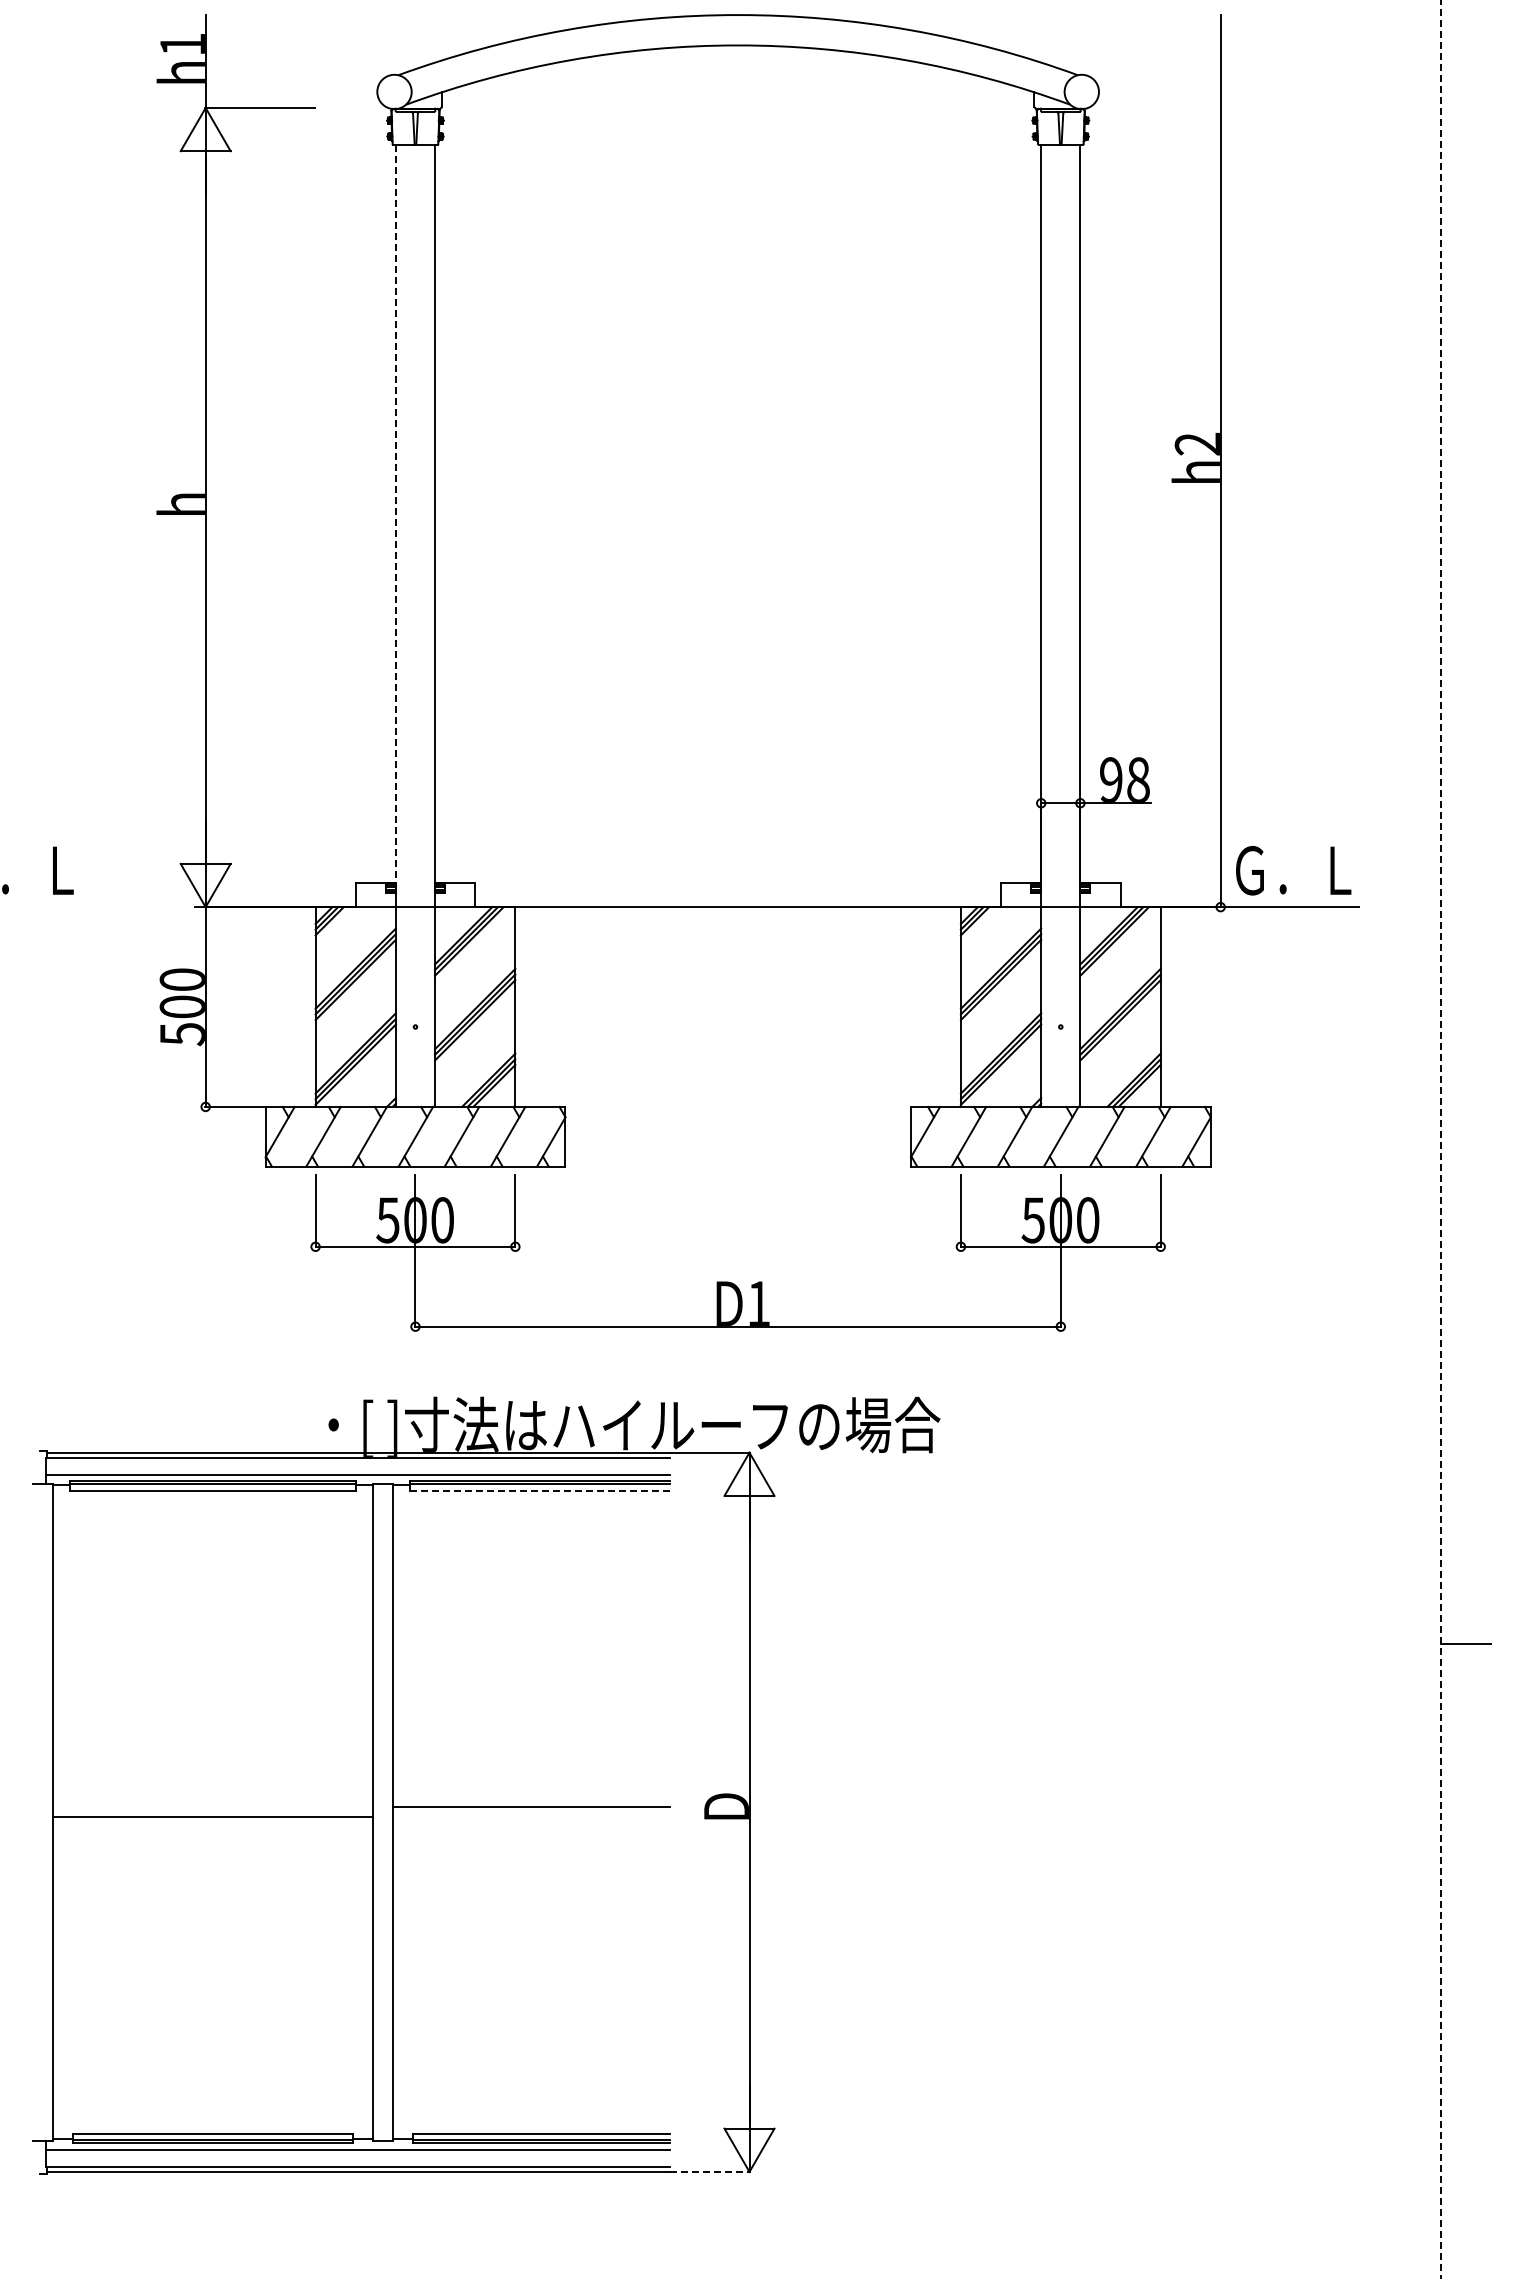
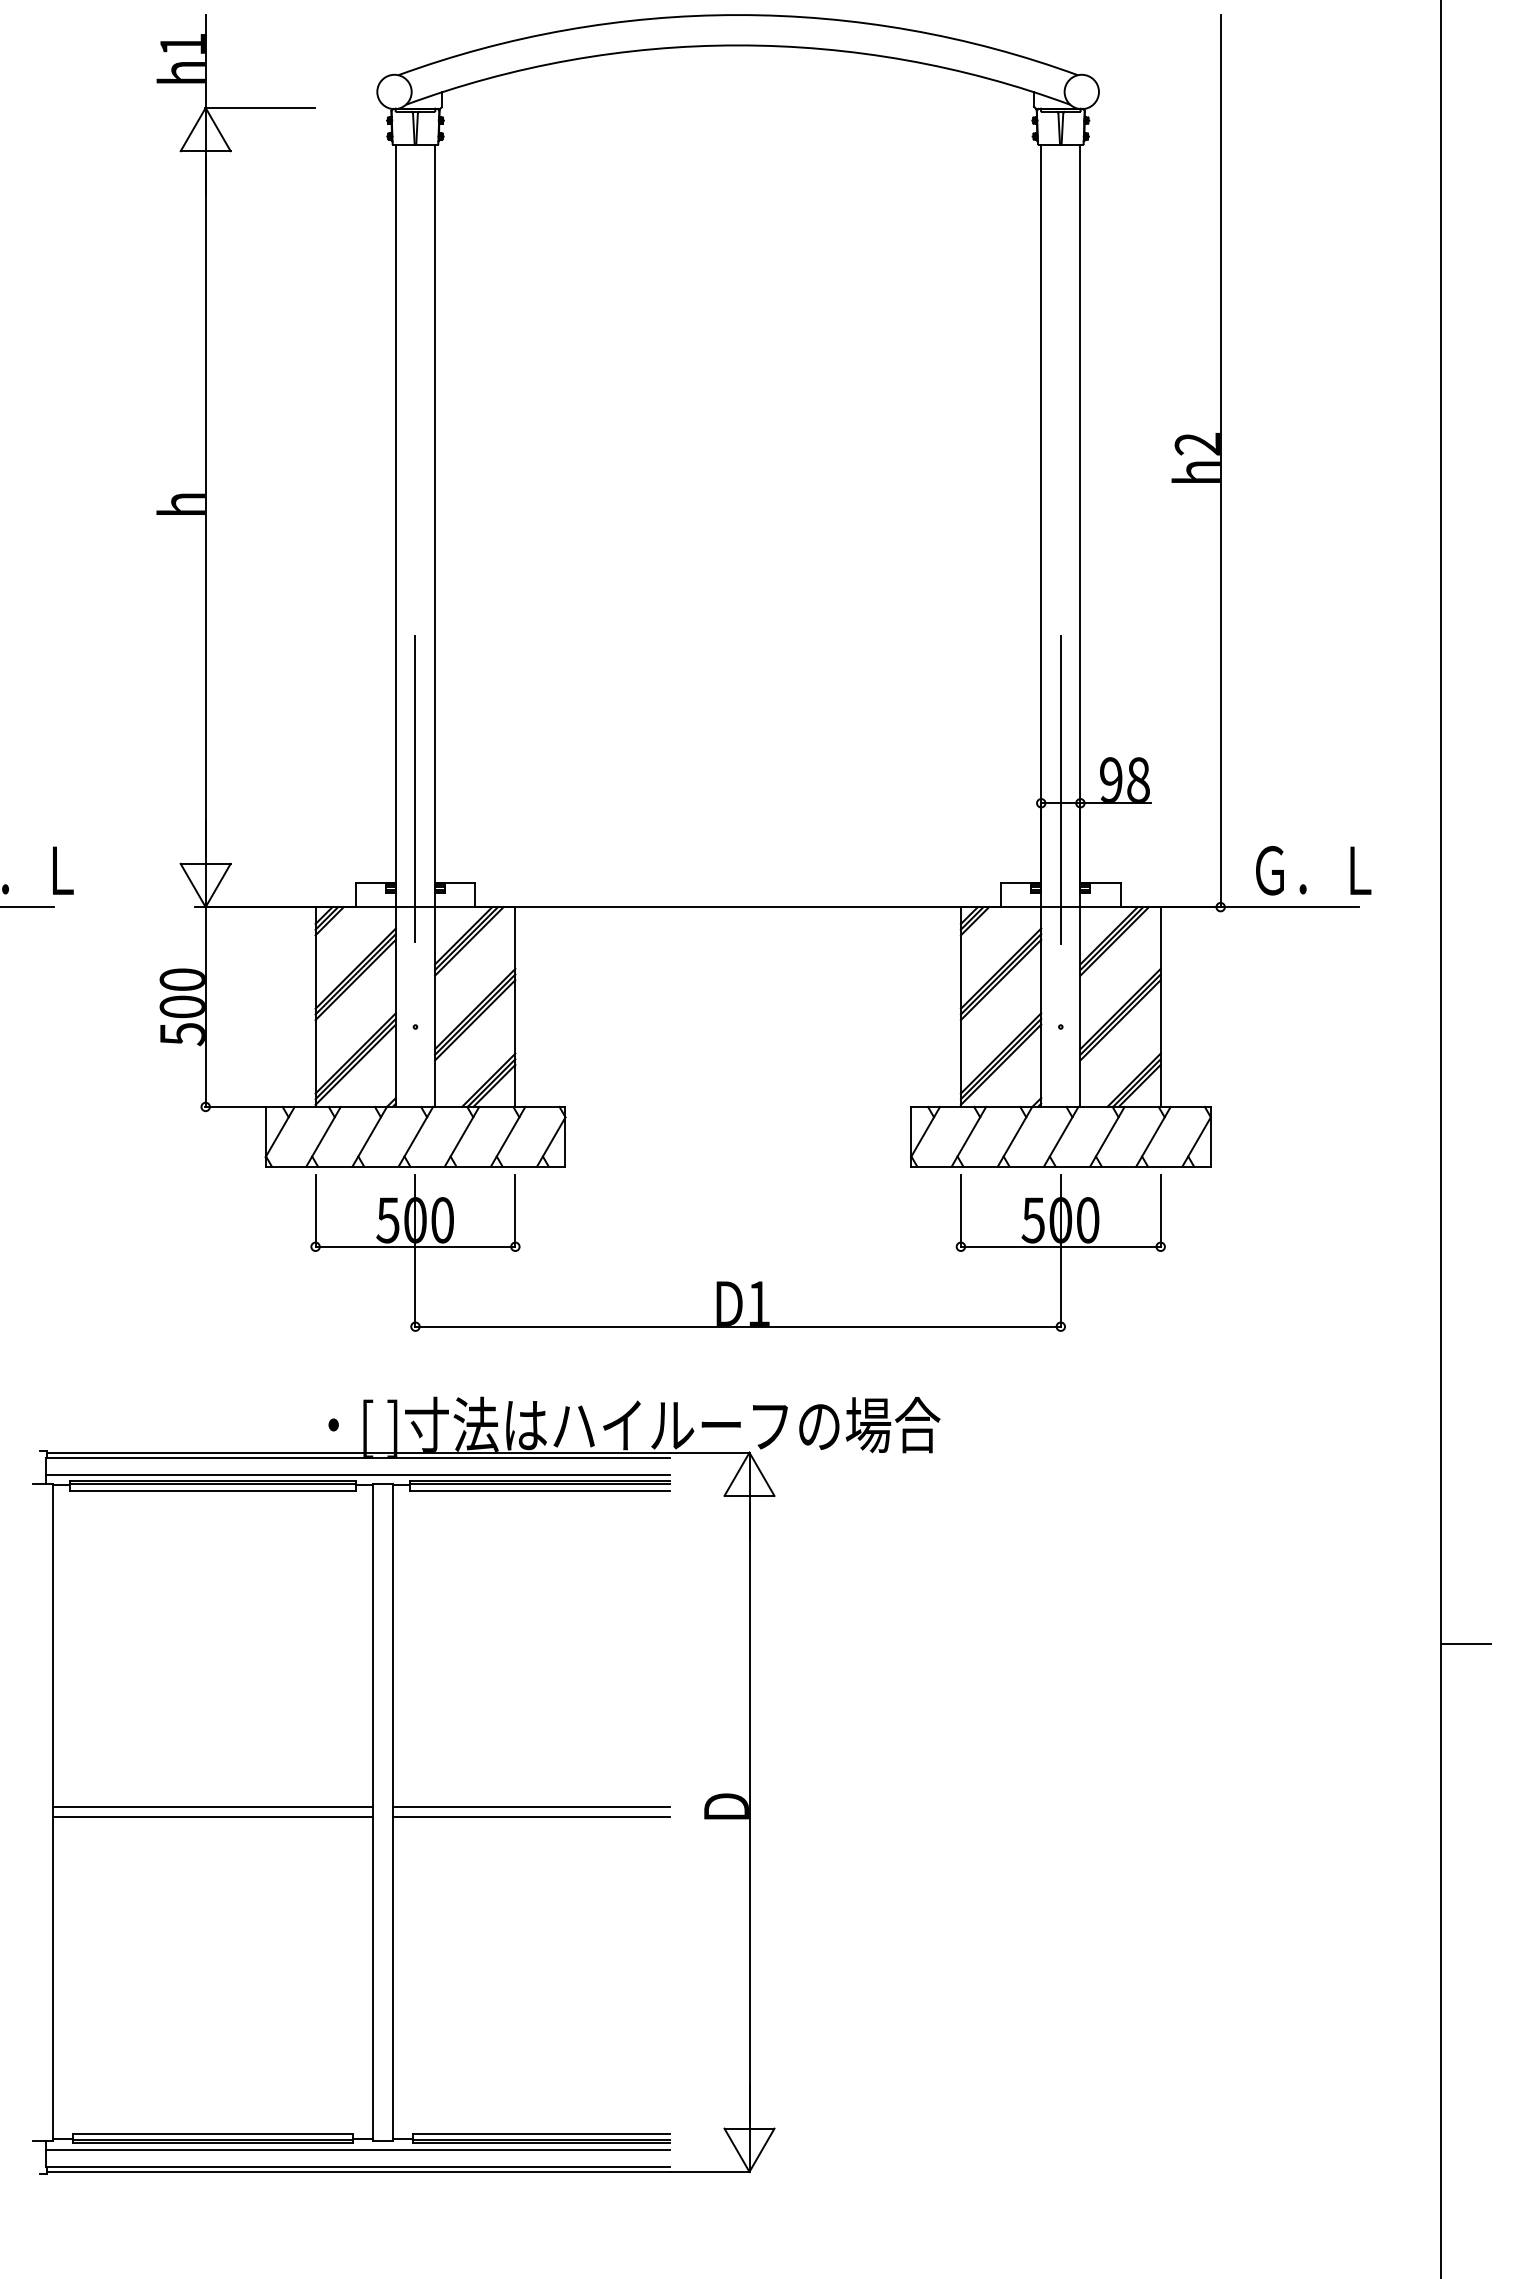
line at (395, 514): dashed -> solid
line at (415, 788): none -> present
line at (1060, 789): none -> present
text at (1293, 870) position: (1293, 870) -> (1313, 870)
line at (28, 907): none -> present
line at (1441, 1140): dashed -> solid
line at (539, 1491): dashed -> solid
line at (213, 1807): none -> present
line at (531, 1817): none -> present
line at (709, 2171): dashed -> solid
